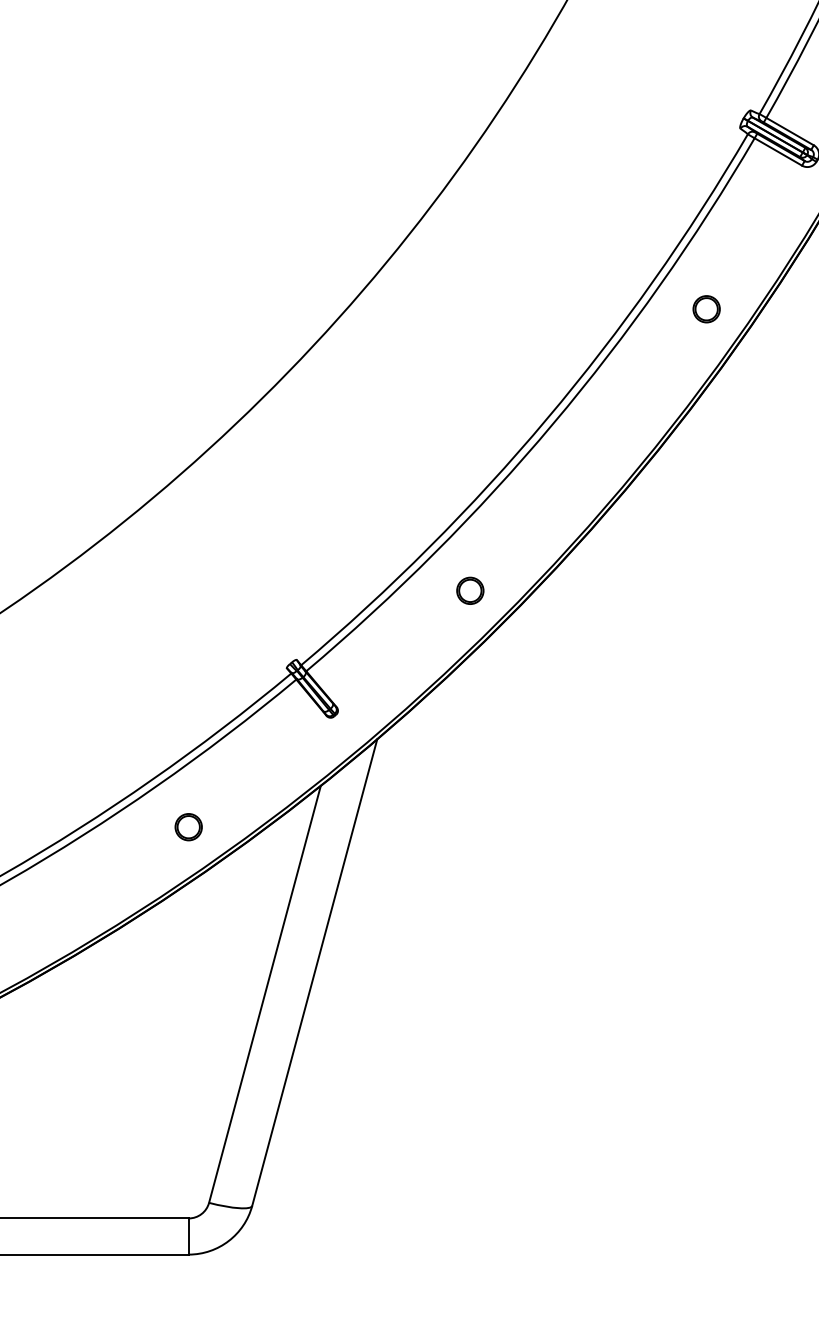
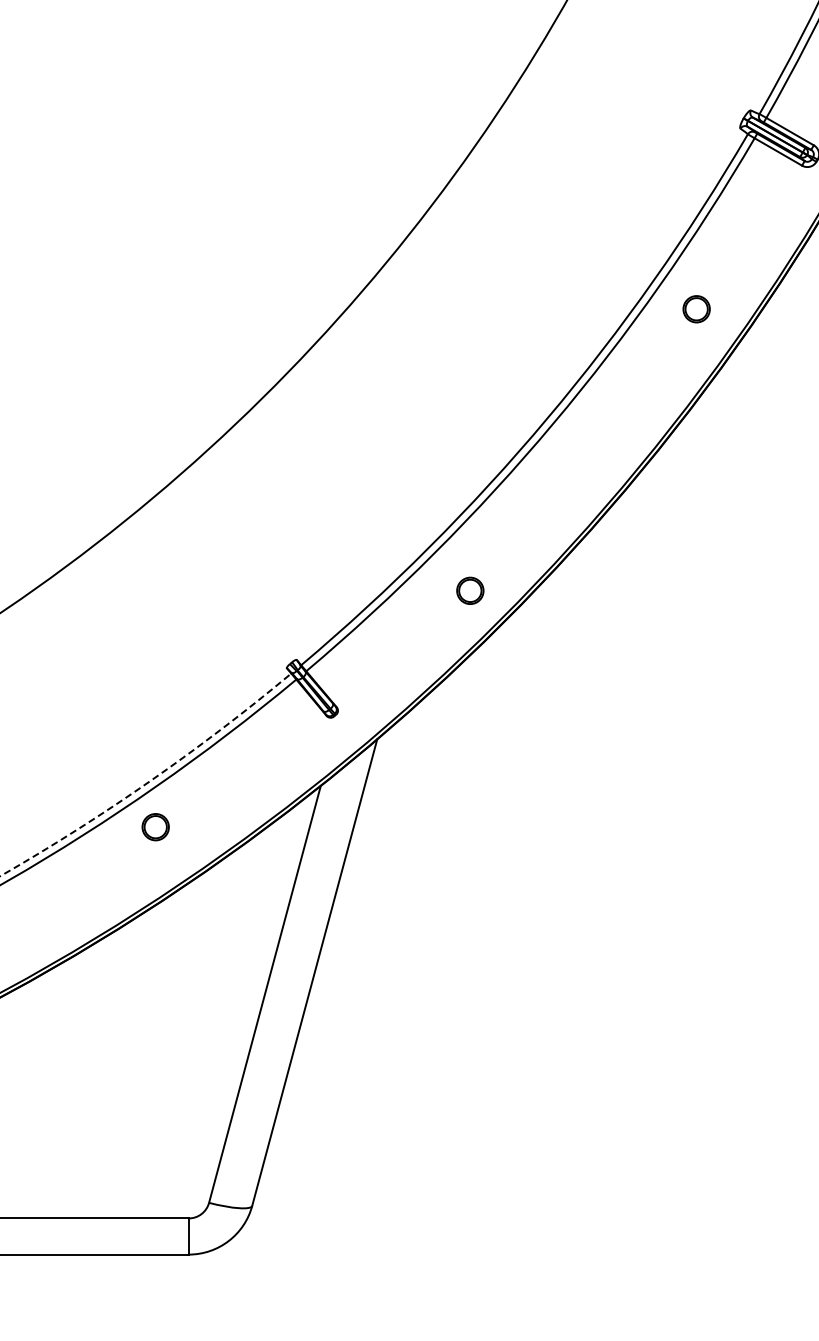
part at (706, 309) position: (706, 309) -> (696, 309)
arc at (150, 781): solid -> dashed
part at (188, 827) position: (188, 827) -> (155, 827)
